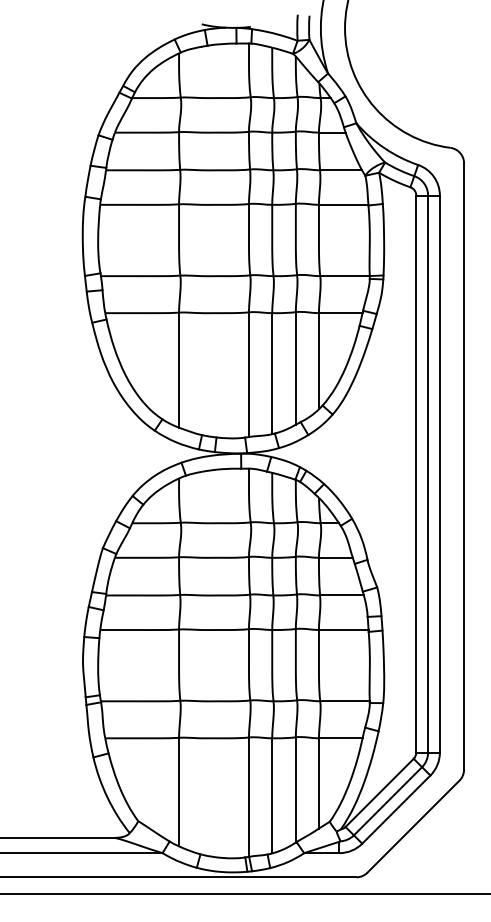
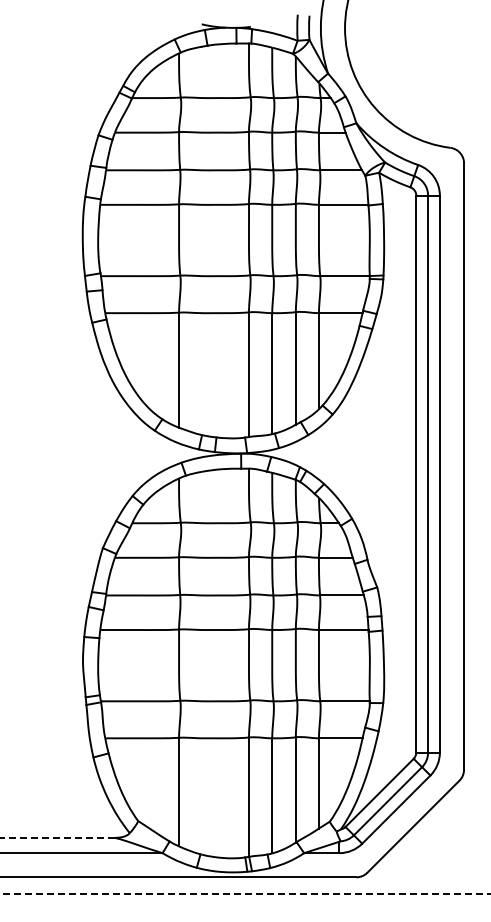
line at (57, 837): solid -> dashed
line at (246, 894): solid -> dashed
